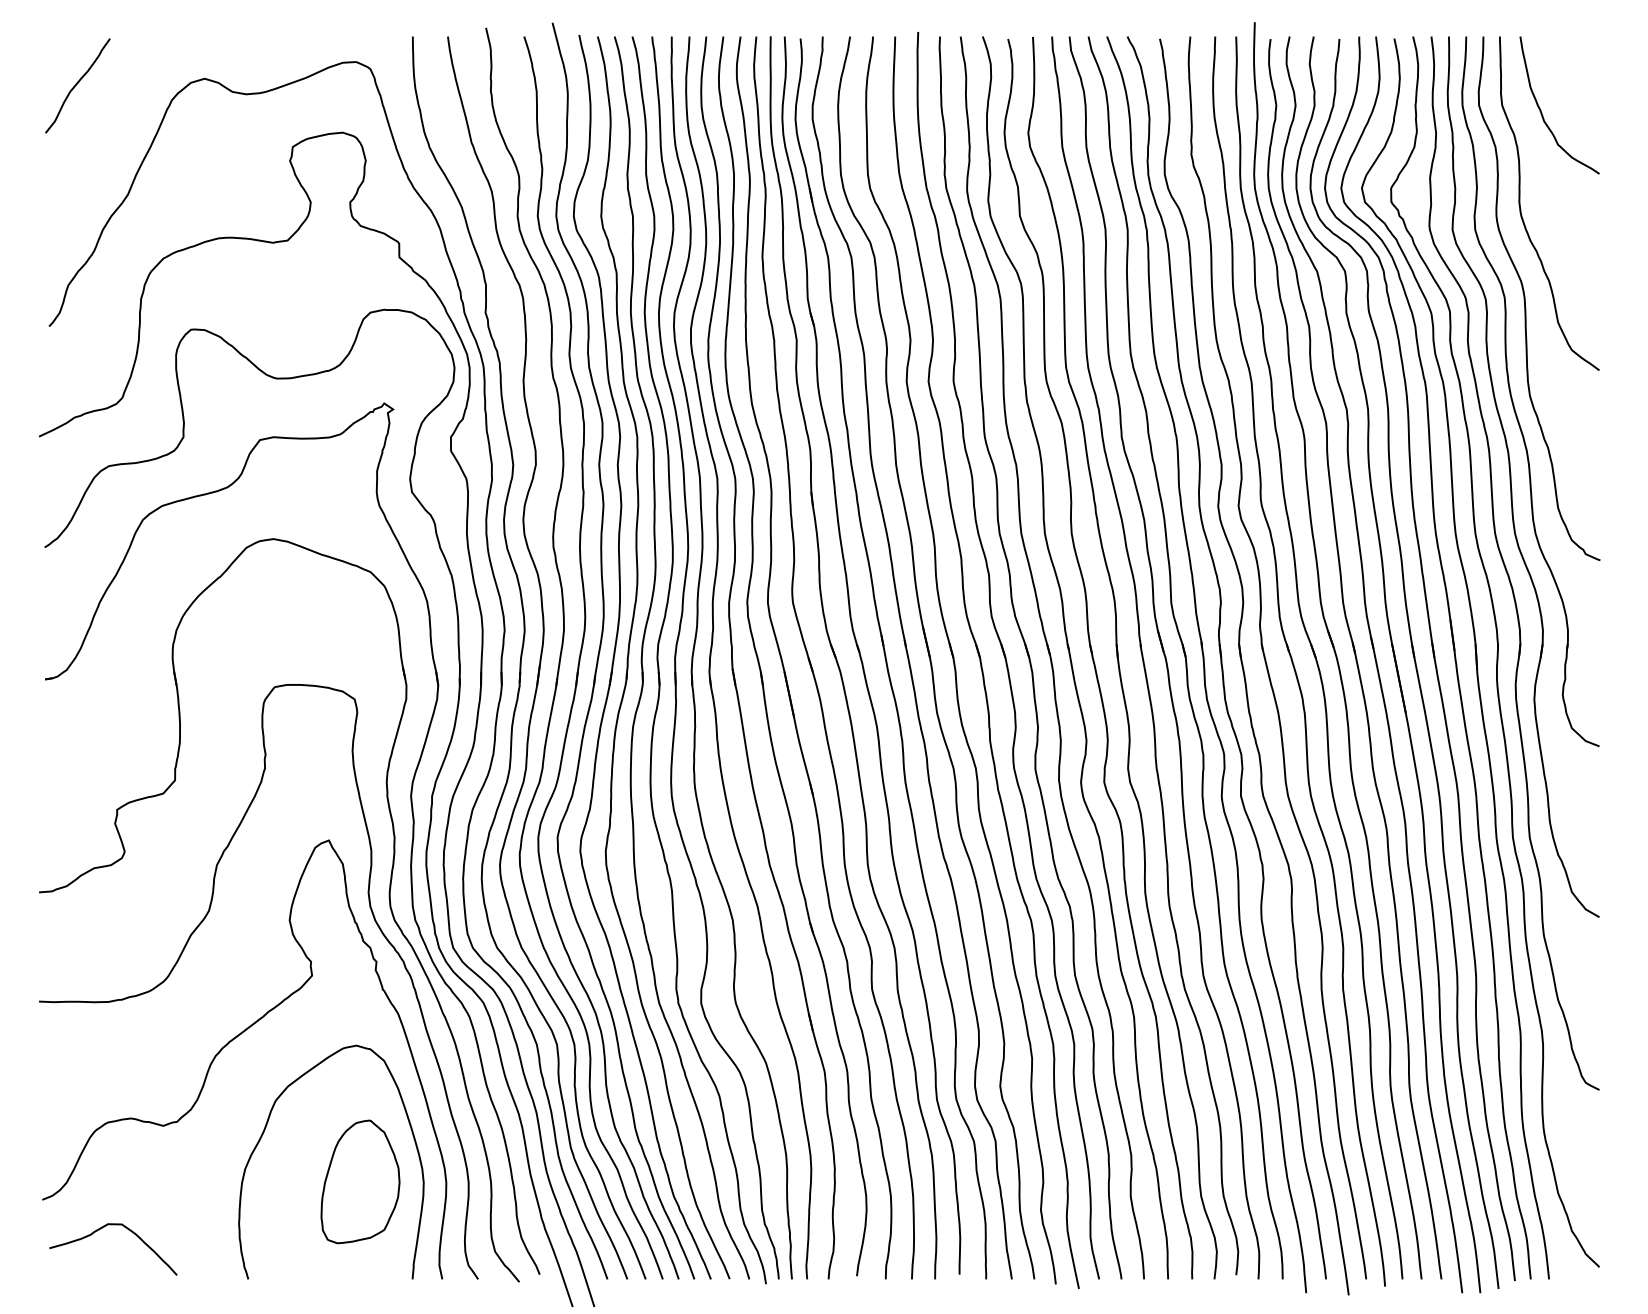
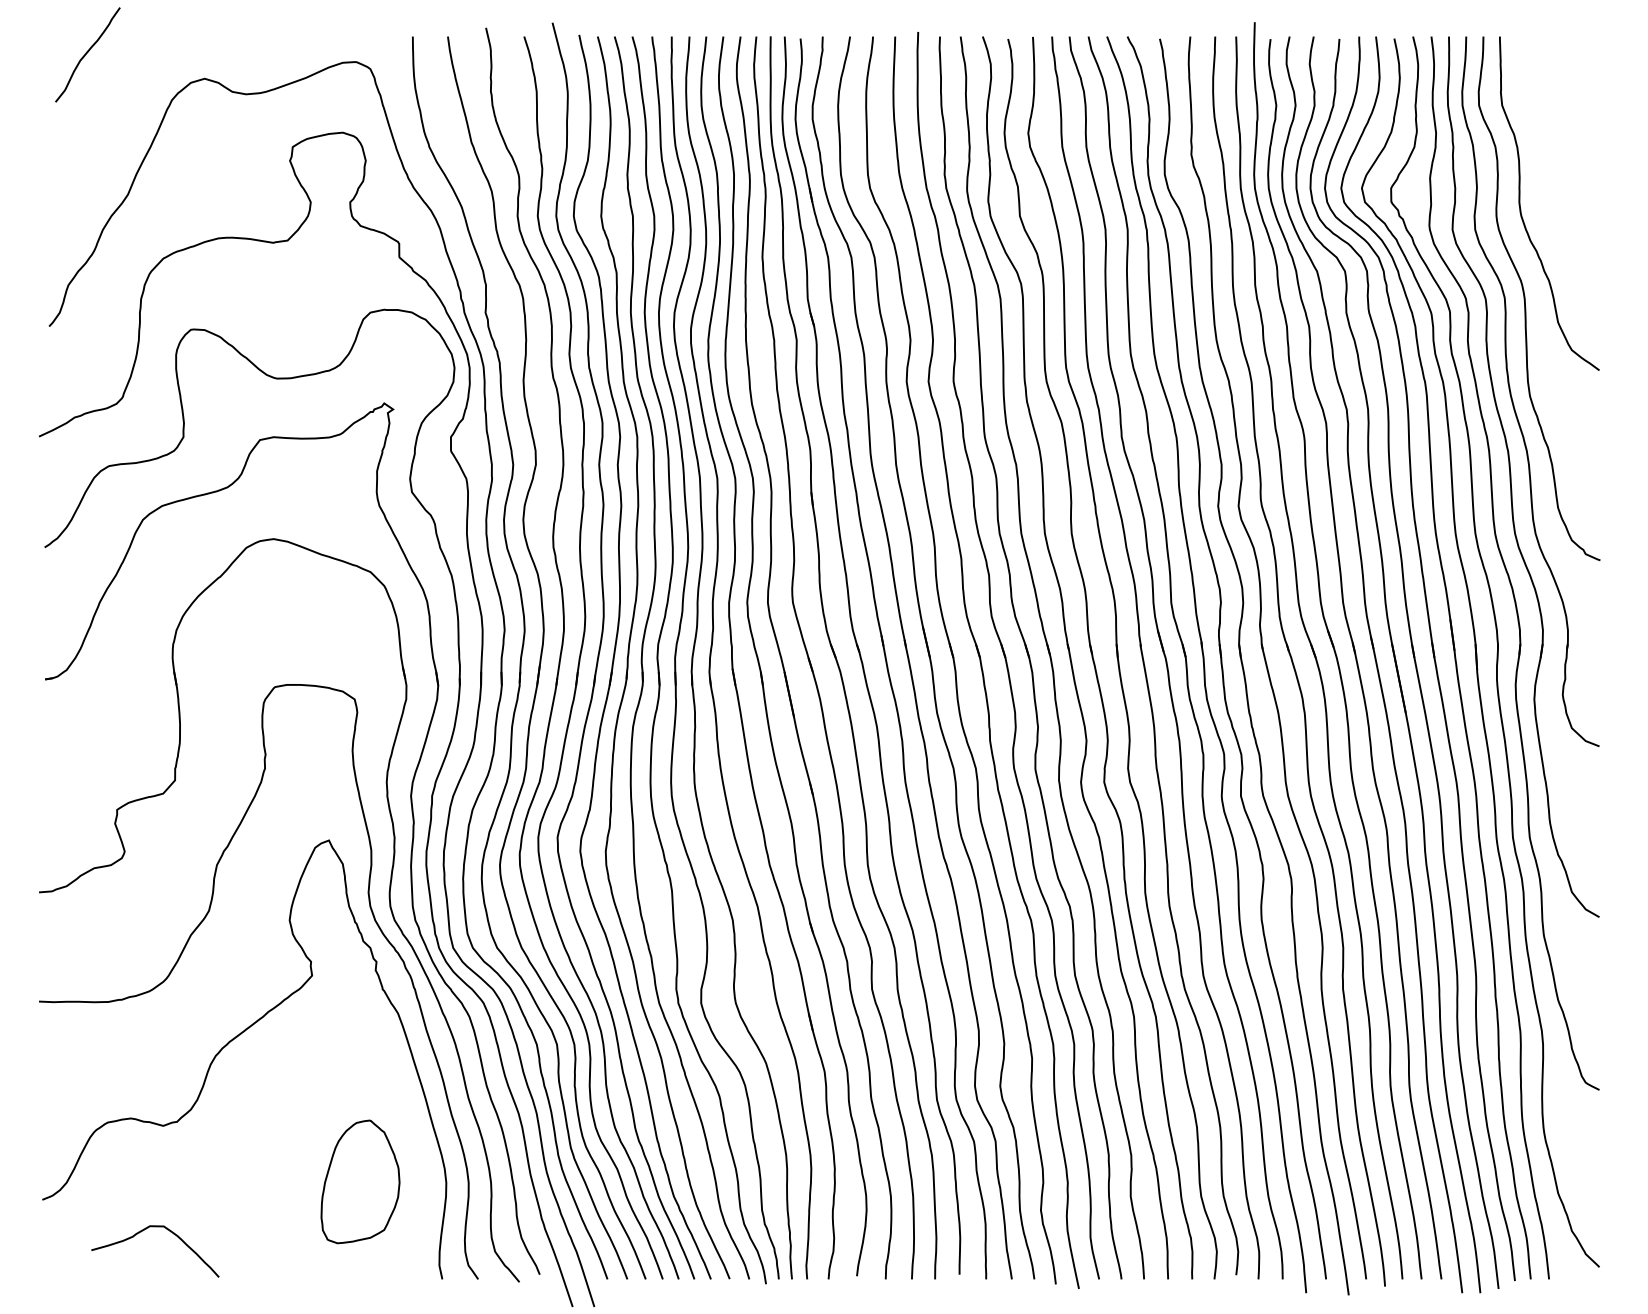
curve at (77, 84) position: (77, 84) -> (87, 53)
curve at (1542, 112): present -> none
curve at (265, 1130): present -> none
curve at (99, 1230) position: (99, 1230) -> (141, 1232)
